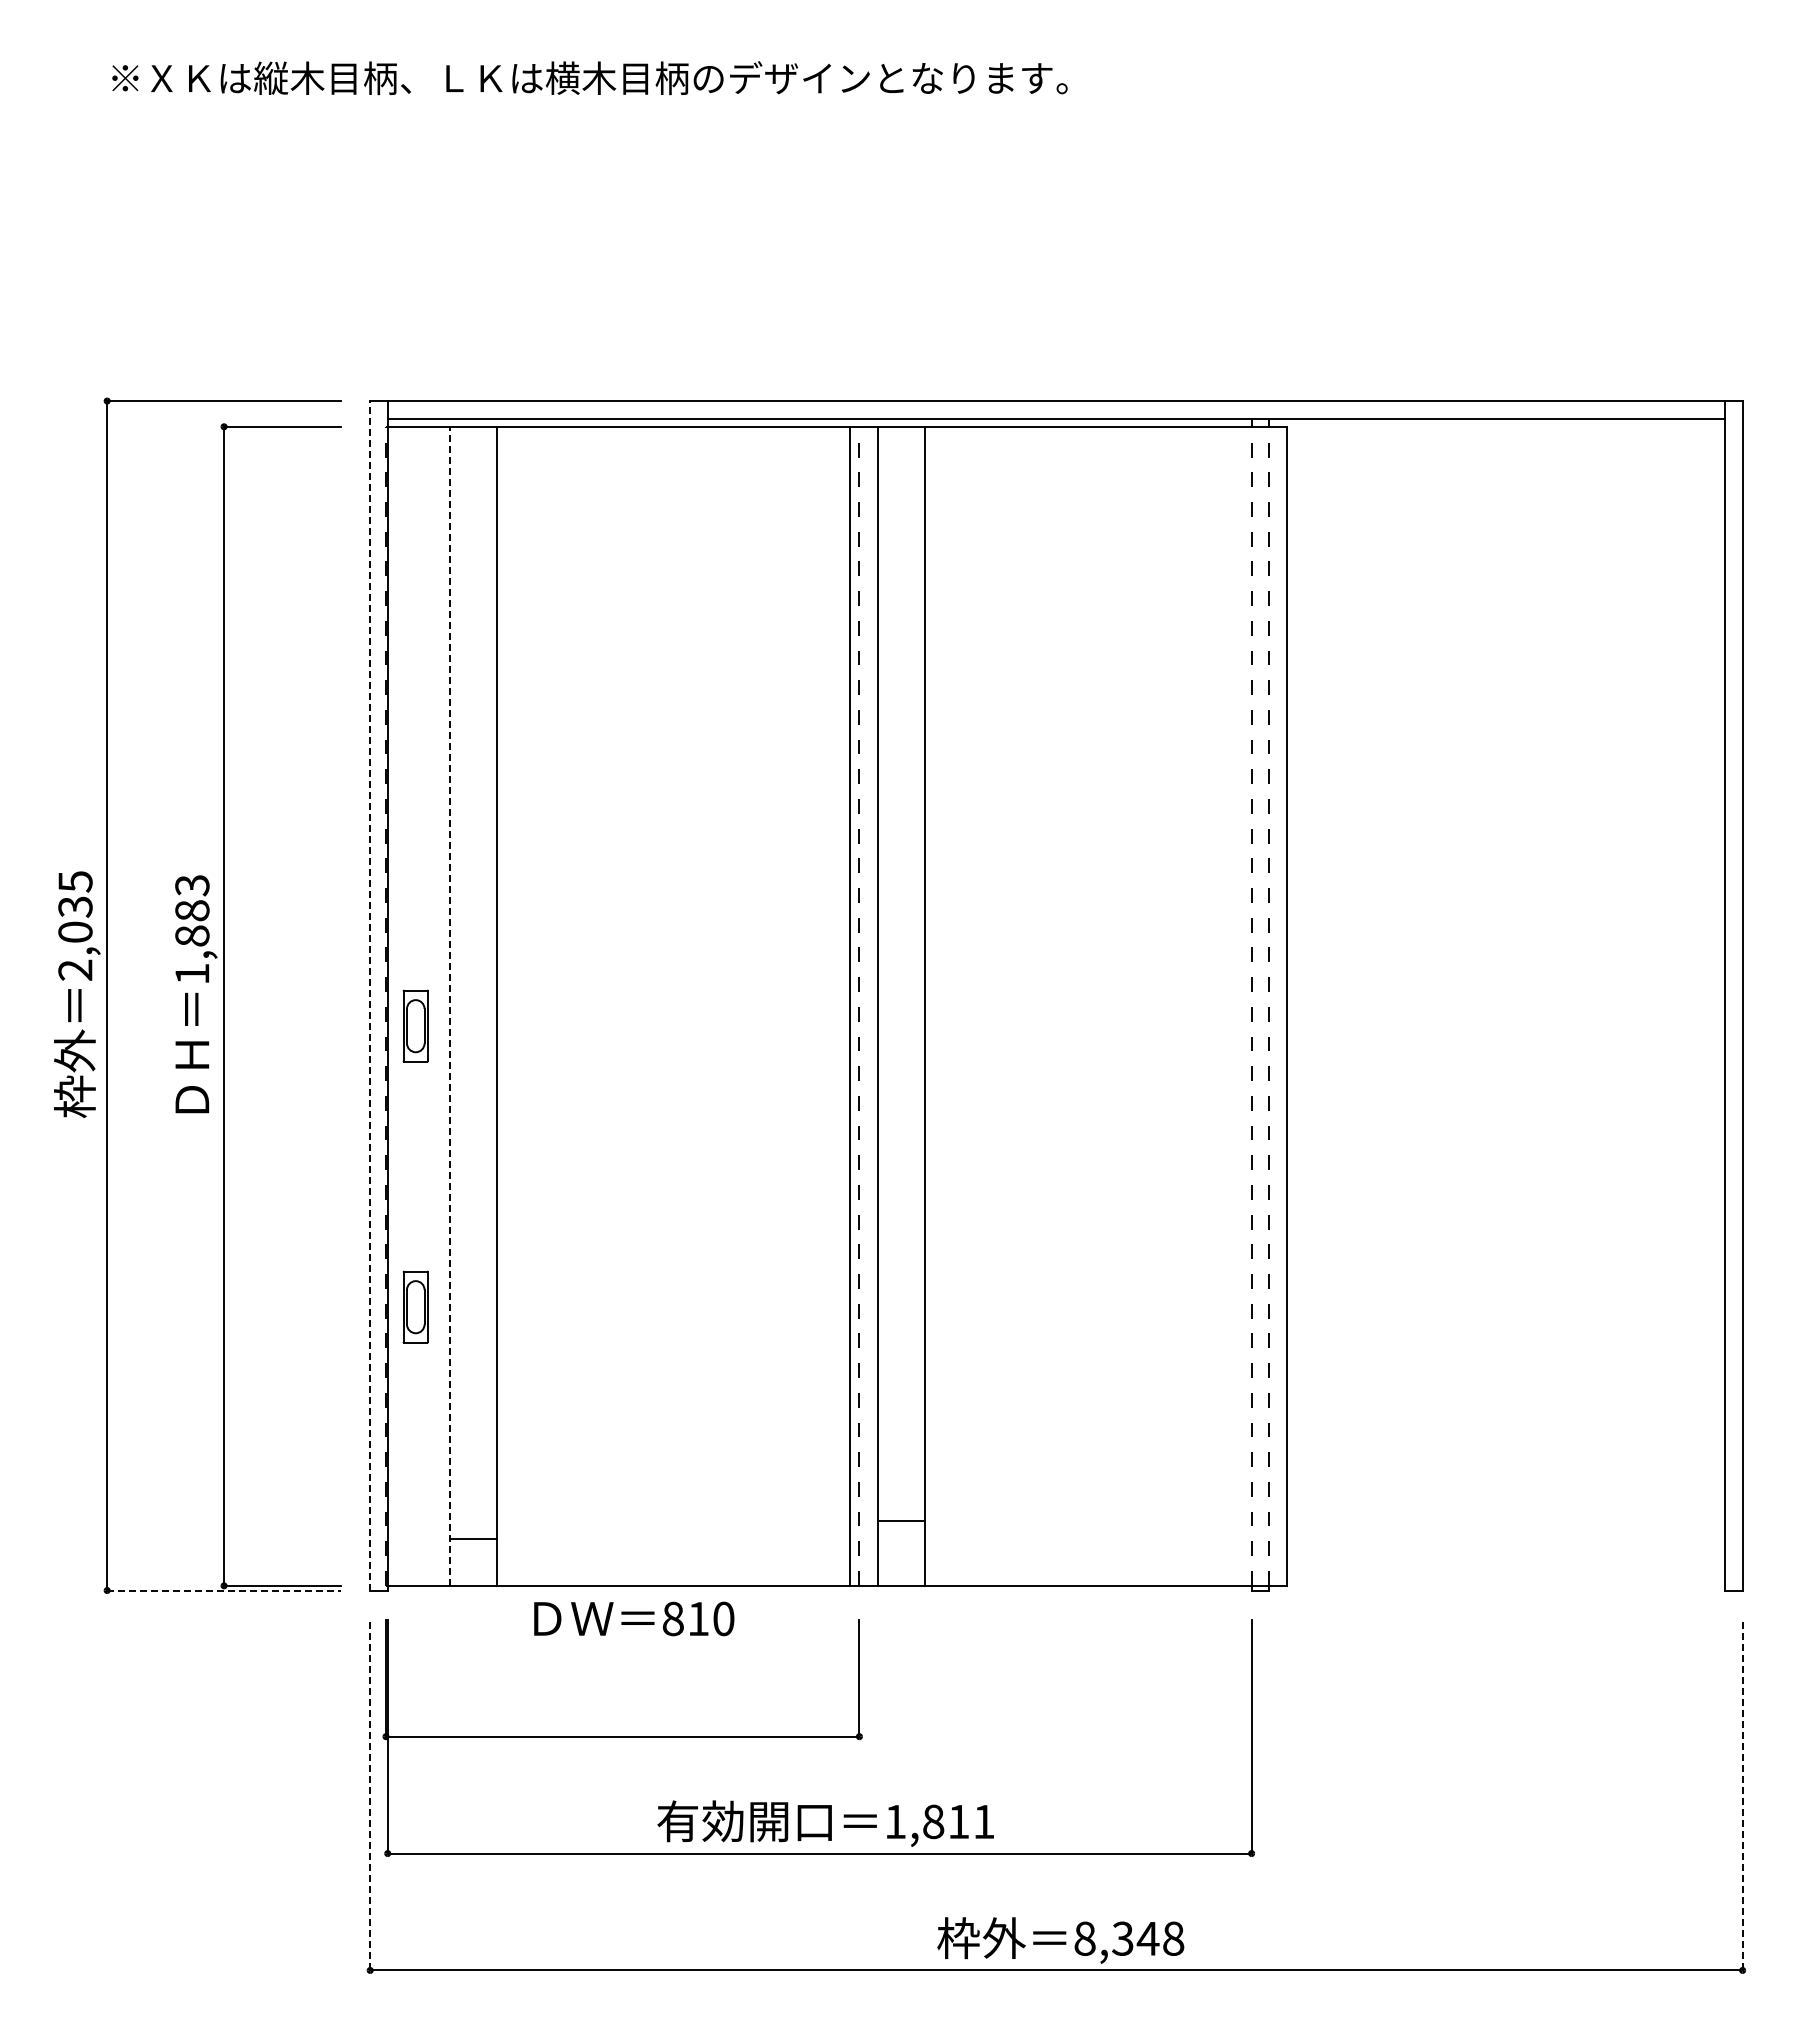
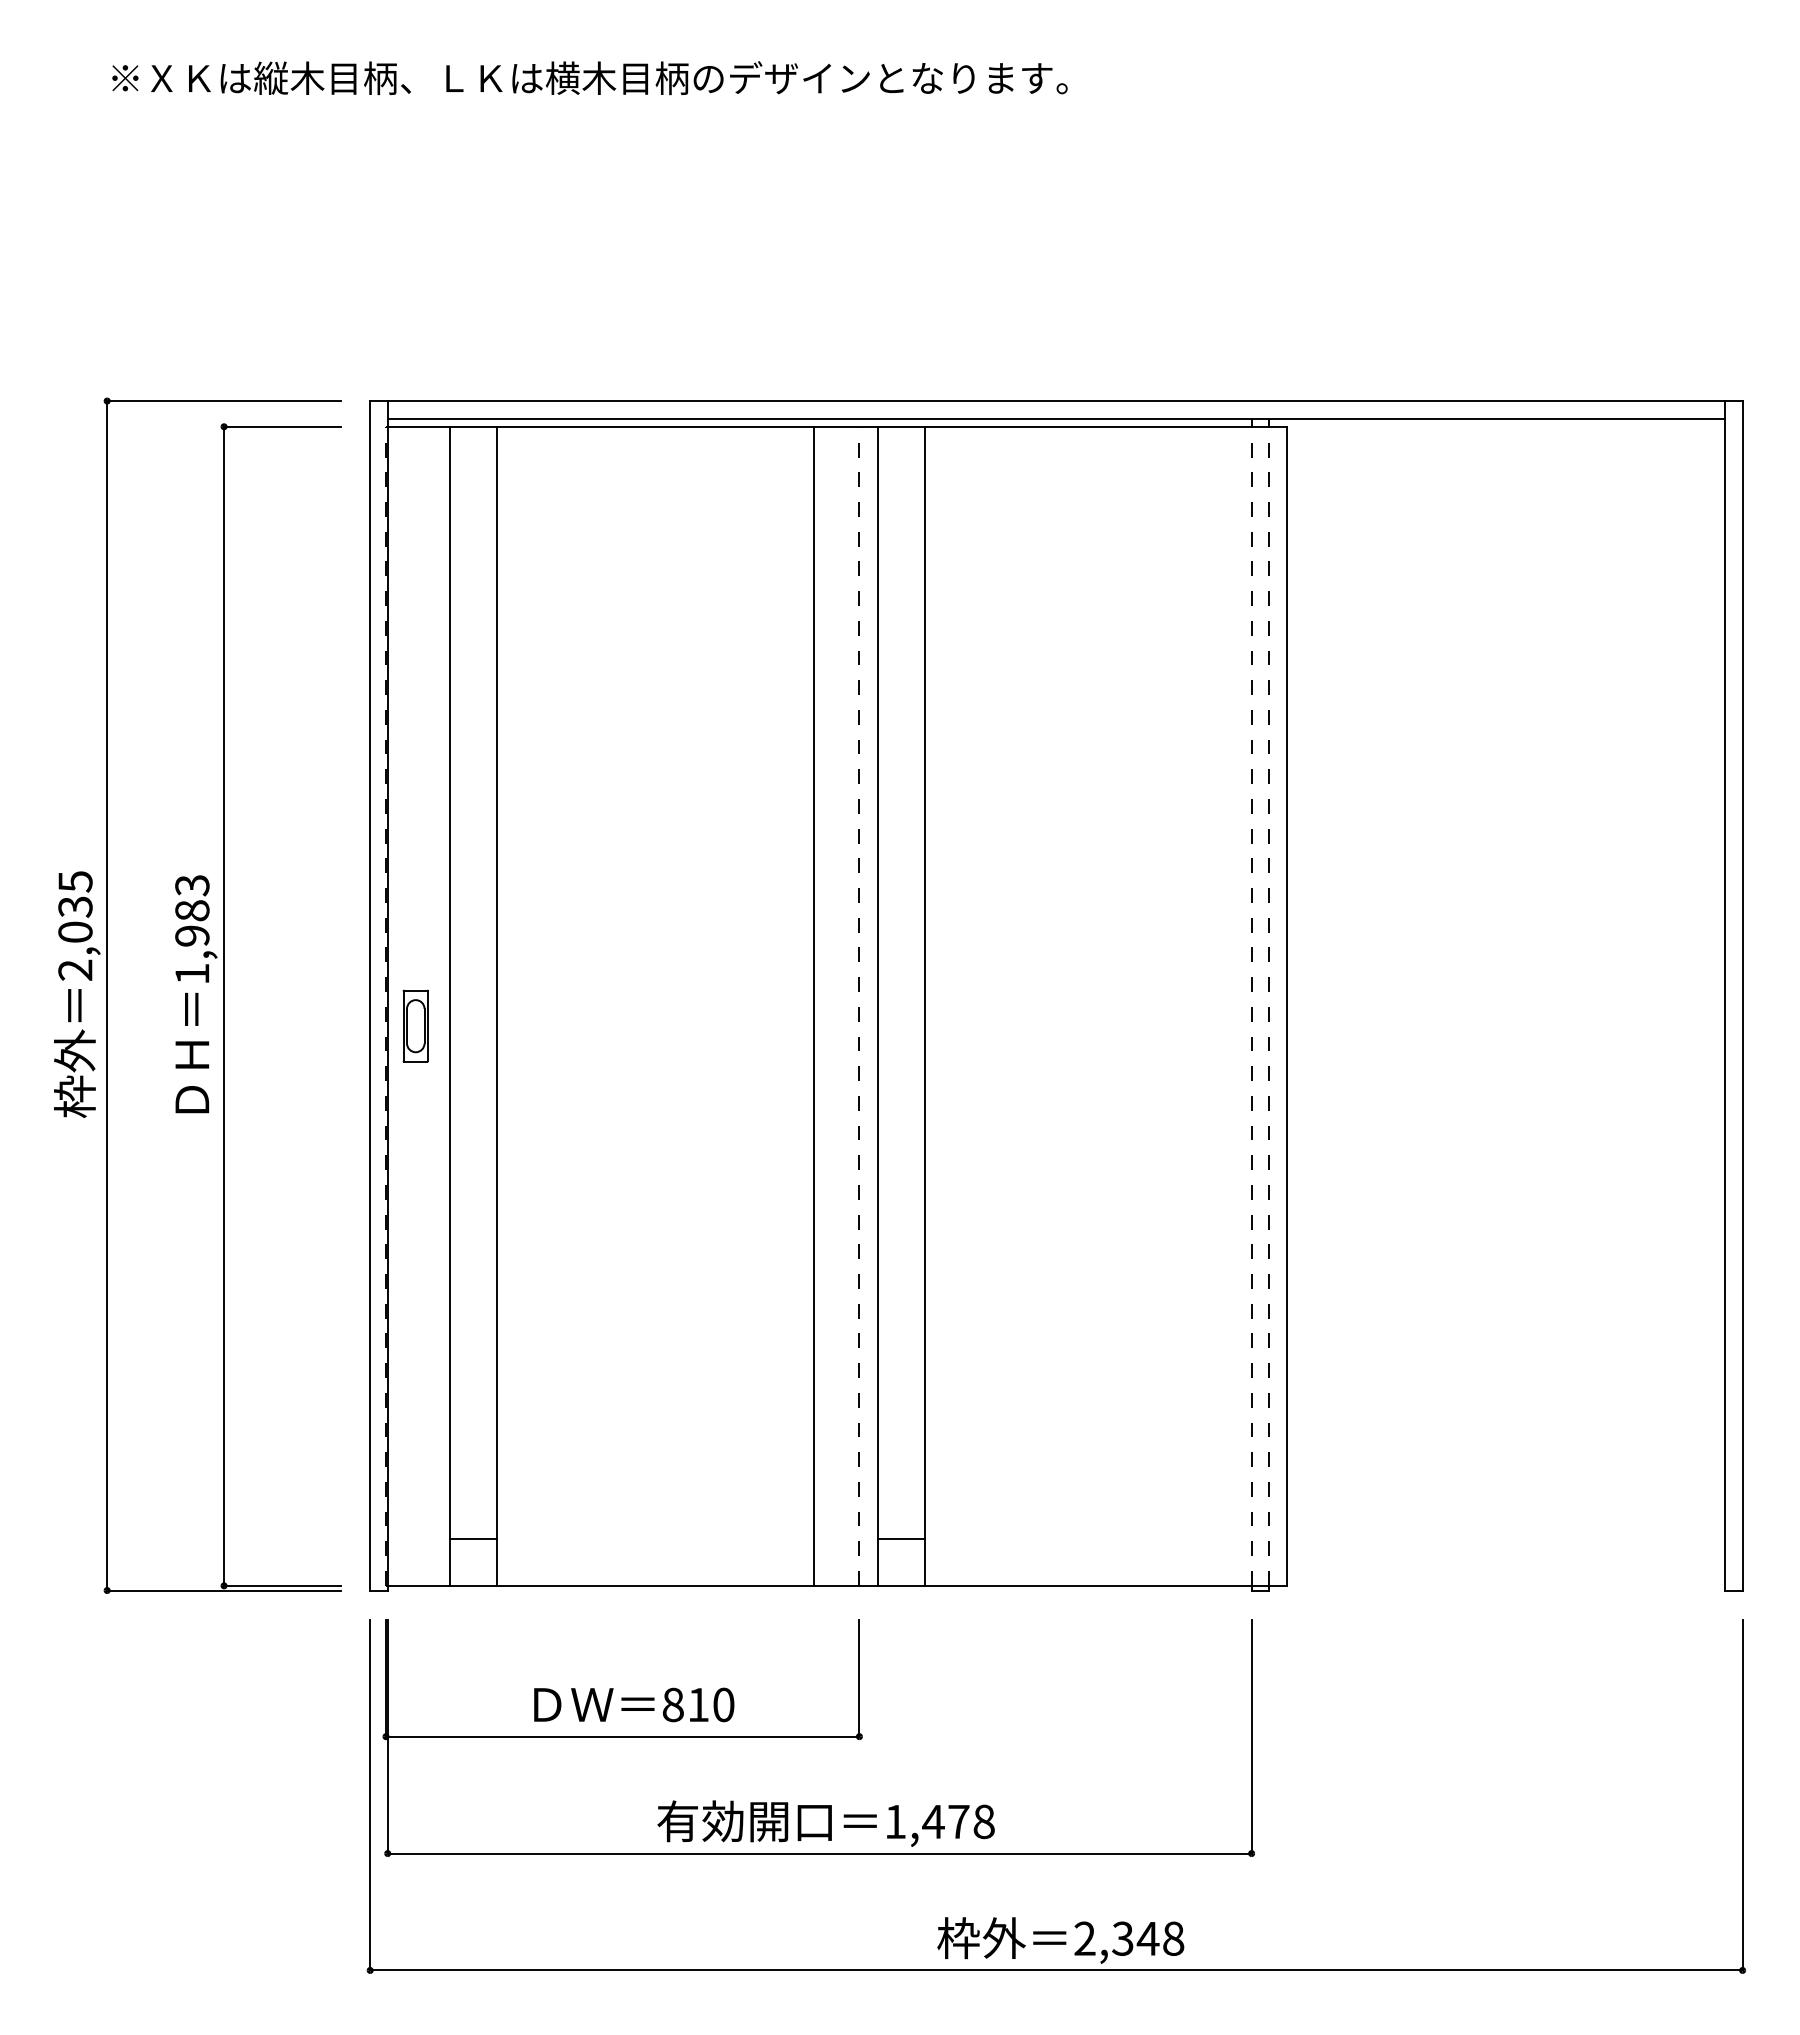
text at (192, 935): 1,883 -> 1,983
line at (370, 995): dashed -> solid
line at (849, 1005) position: (849, 1005) -> (813, 1005)
line at (450, 1006): dashed -> solid
part at (415, 1306): present -> none
line at (901, 1521) position: (901, 1521) -> (901, 1539)
line at (224, 1590): dashed -> solid
text at (634, 1618) position: (634, 1618) -> (634, 1704)
line at (370, 1794): dashed -> solid
line at (1742, 1794): dashed -> solid
text at (958, 1821): 1,811 -> 1,478
text at (1084, 1938): 8,348 -> 2,348
